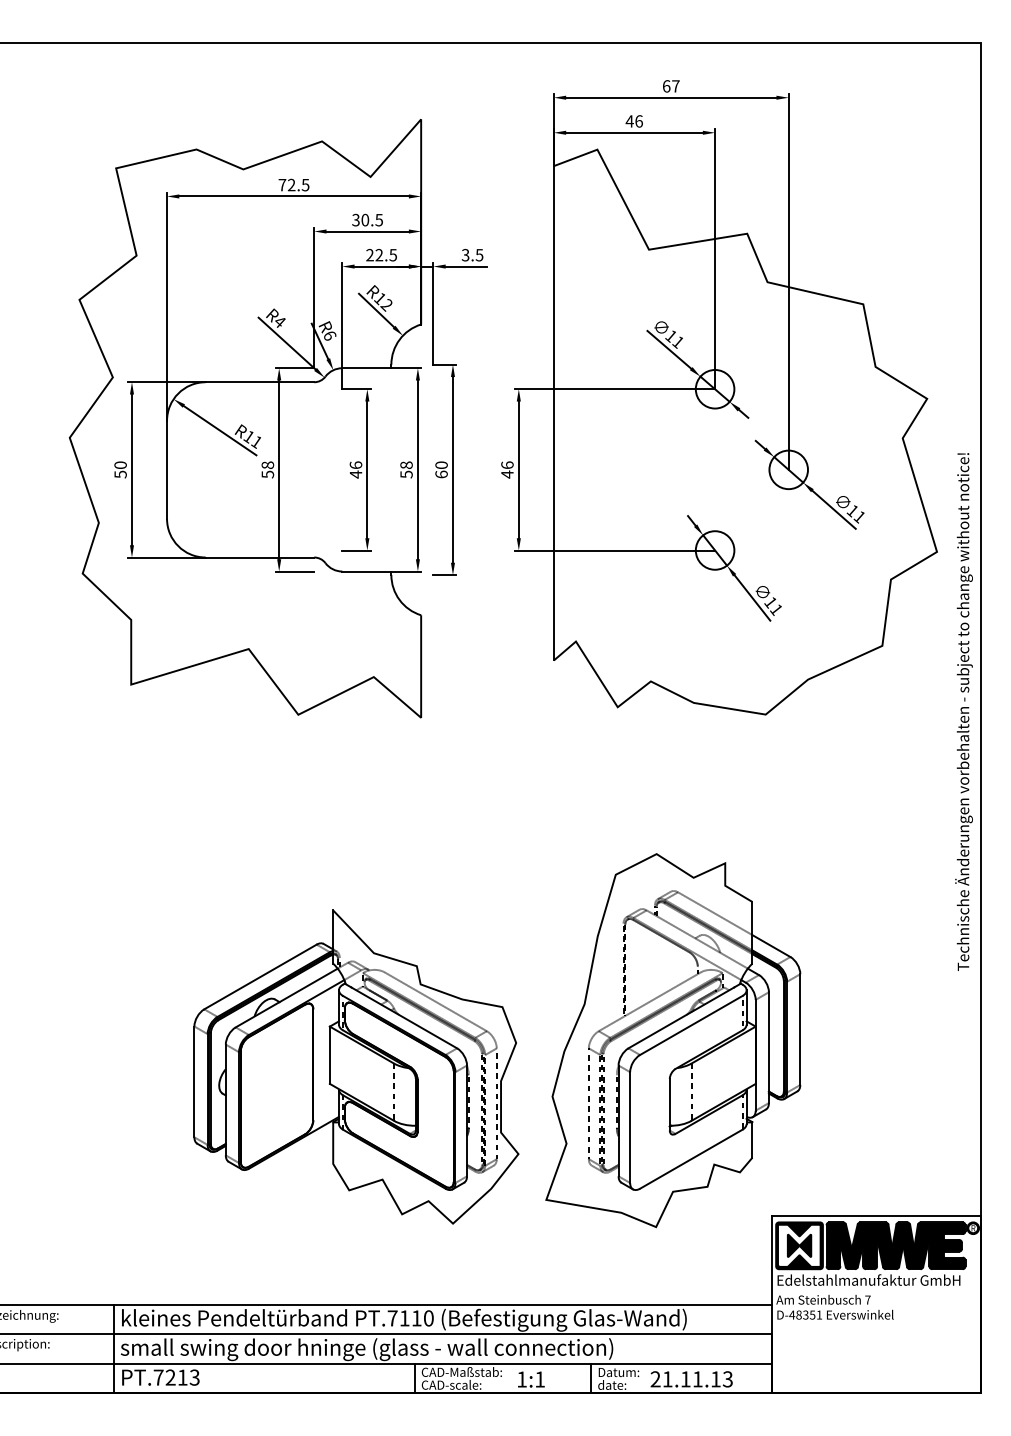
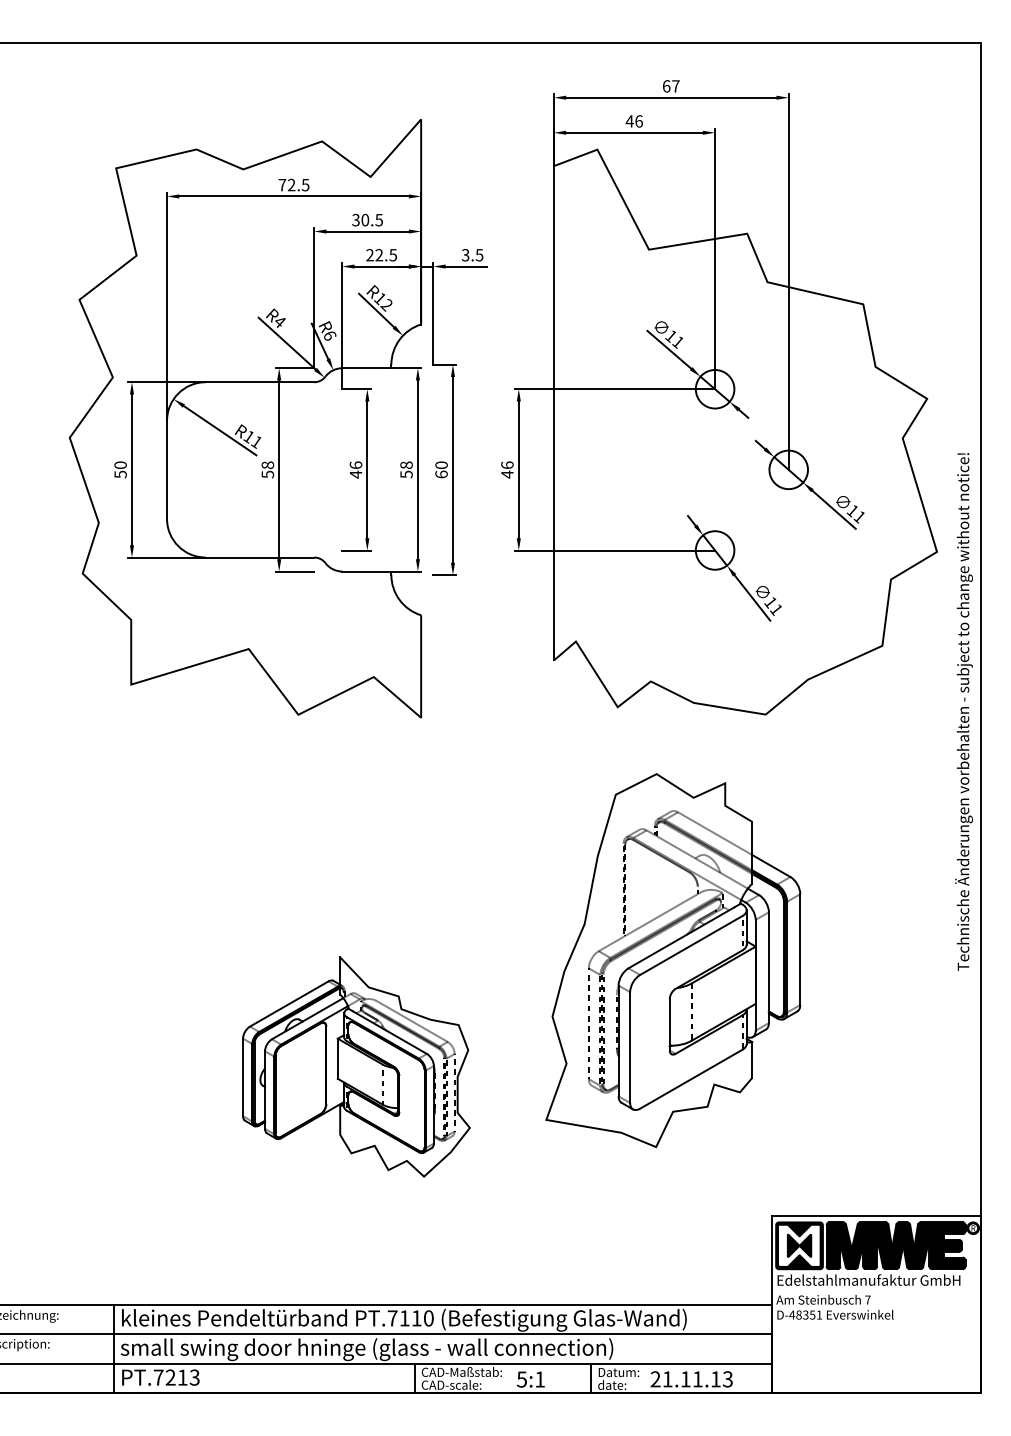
part at (673, 1040) position: (673, 1040) -> (673, 960)
part at (356, 1066) size: 327x316 px -> 229x222 px
text at (521, 1379): 1:1 -> 5:1
